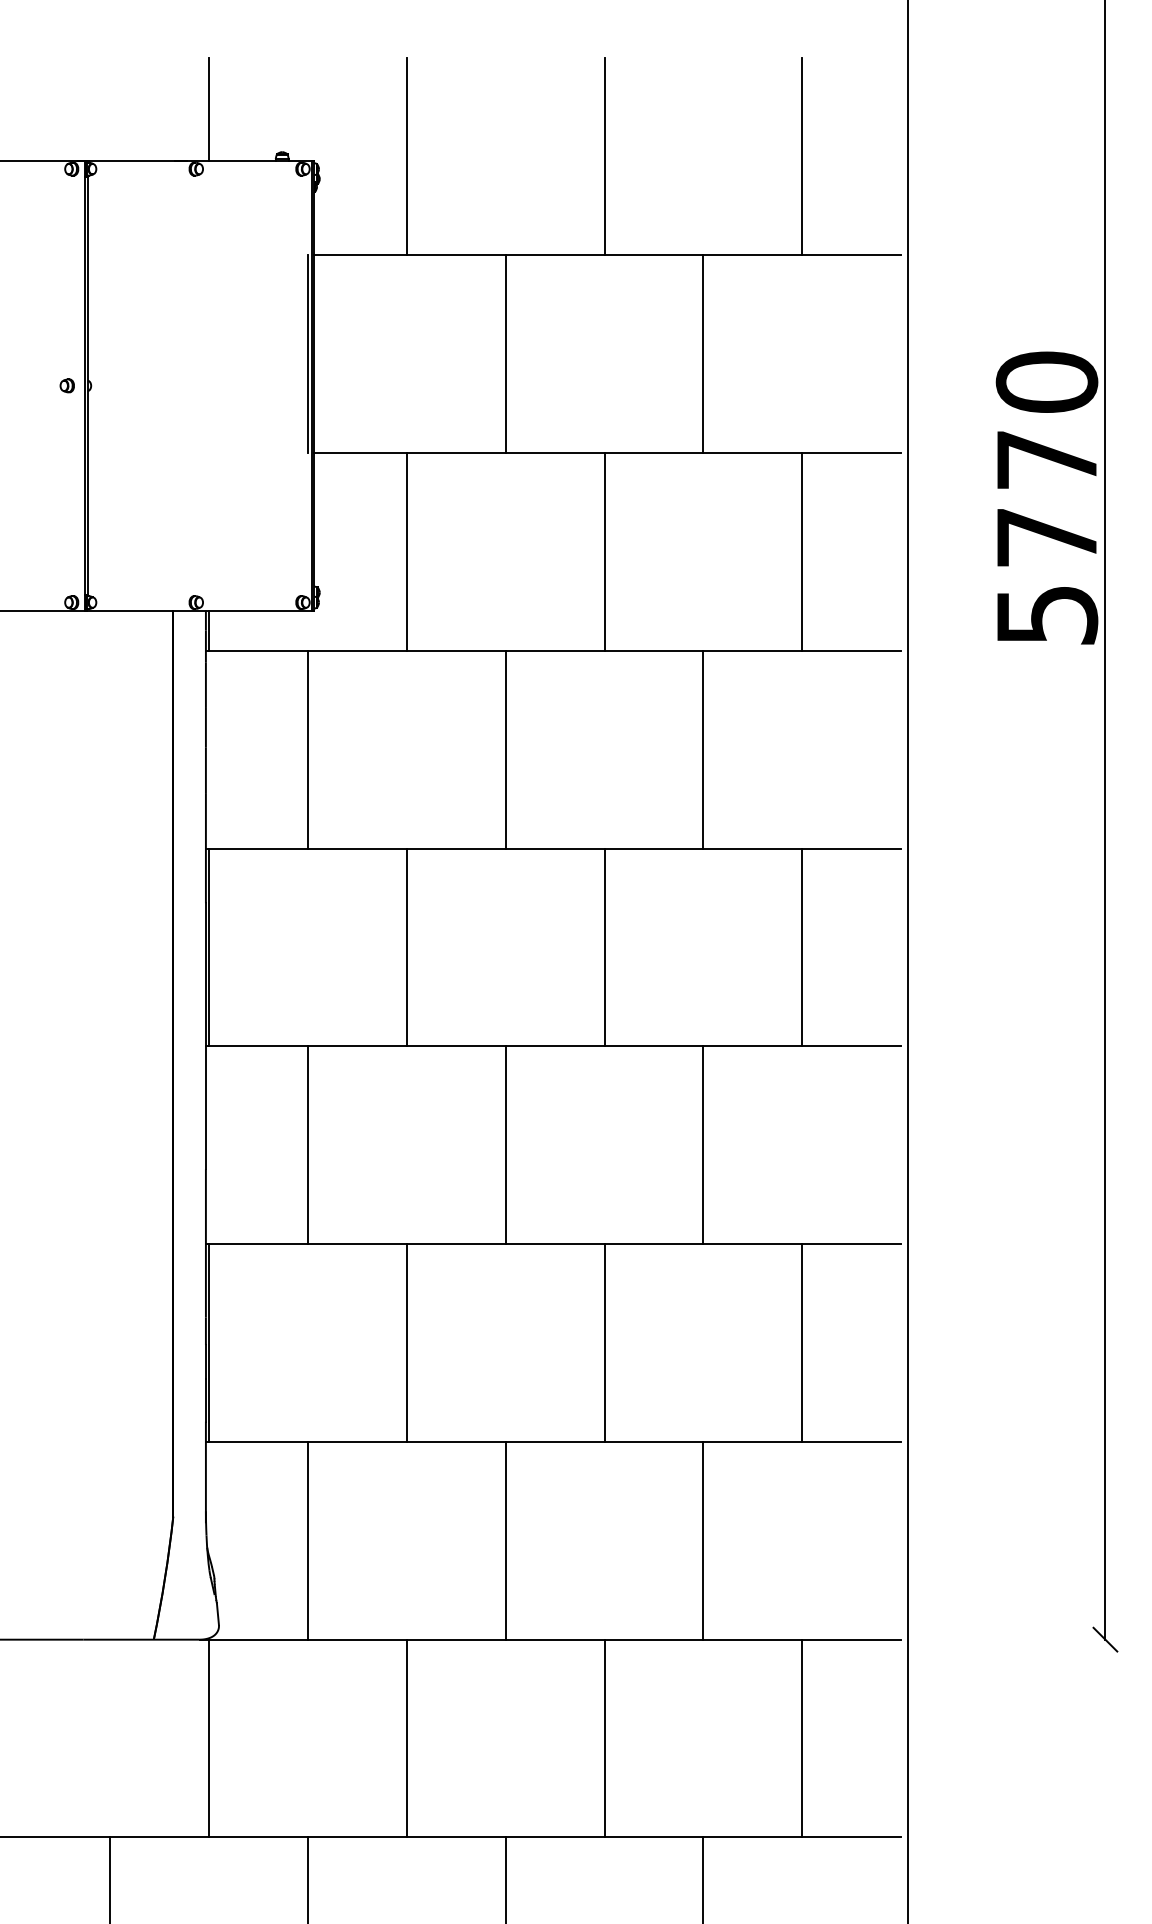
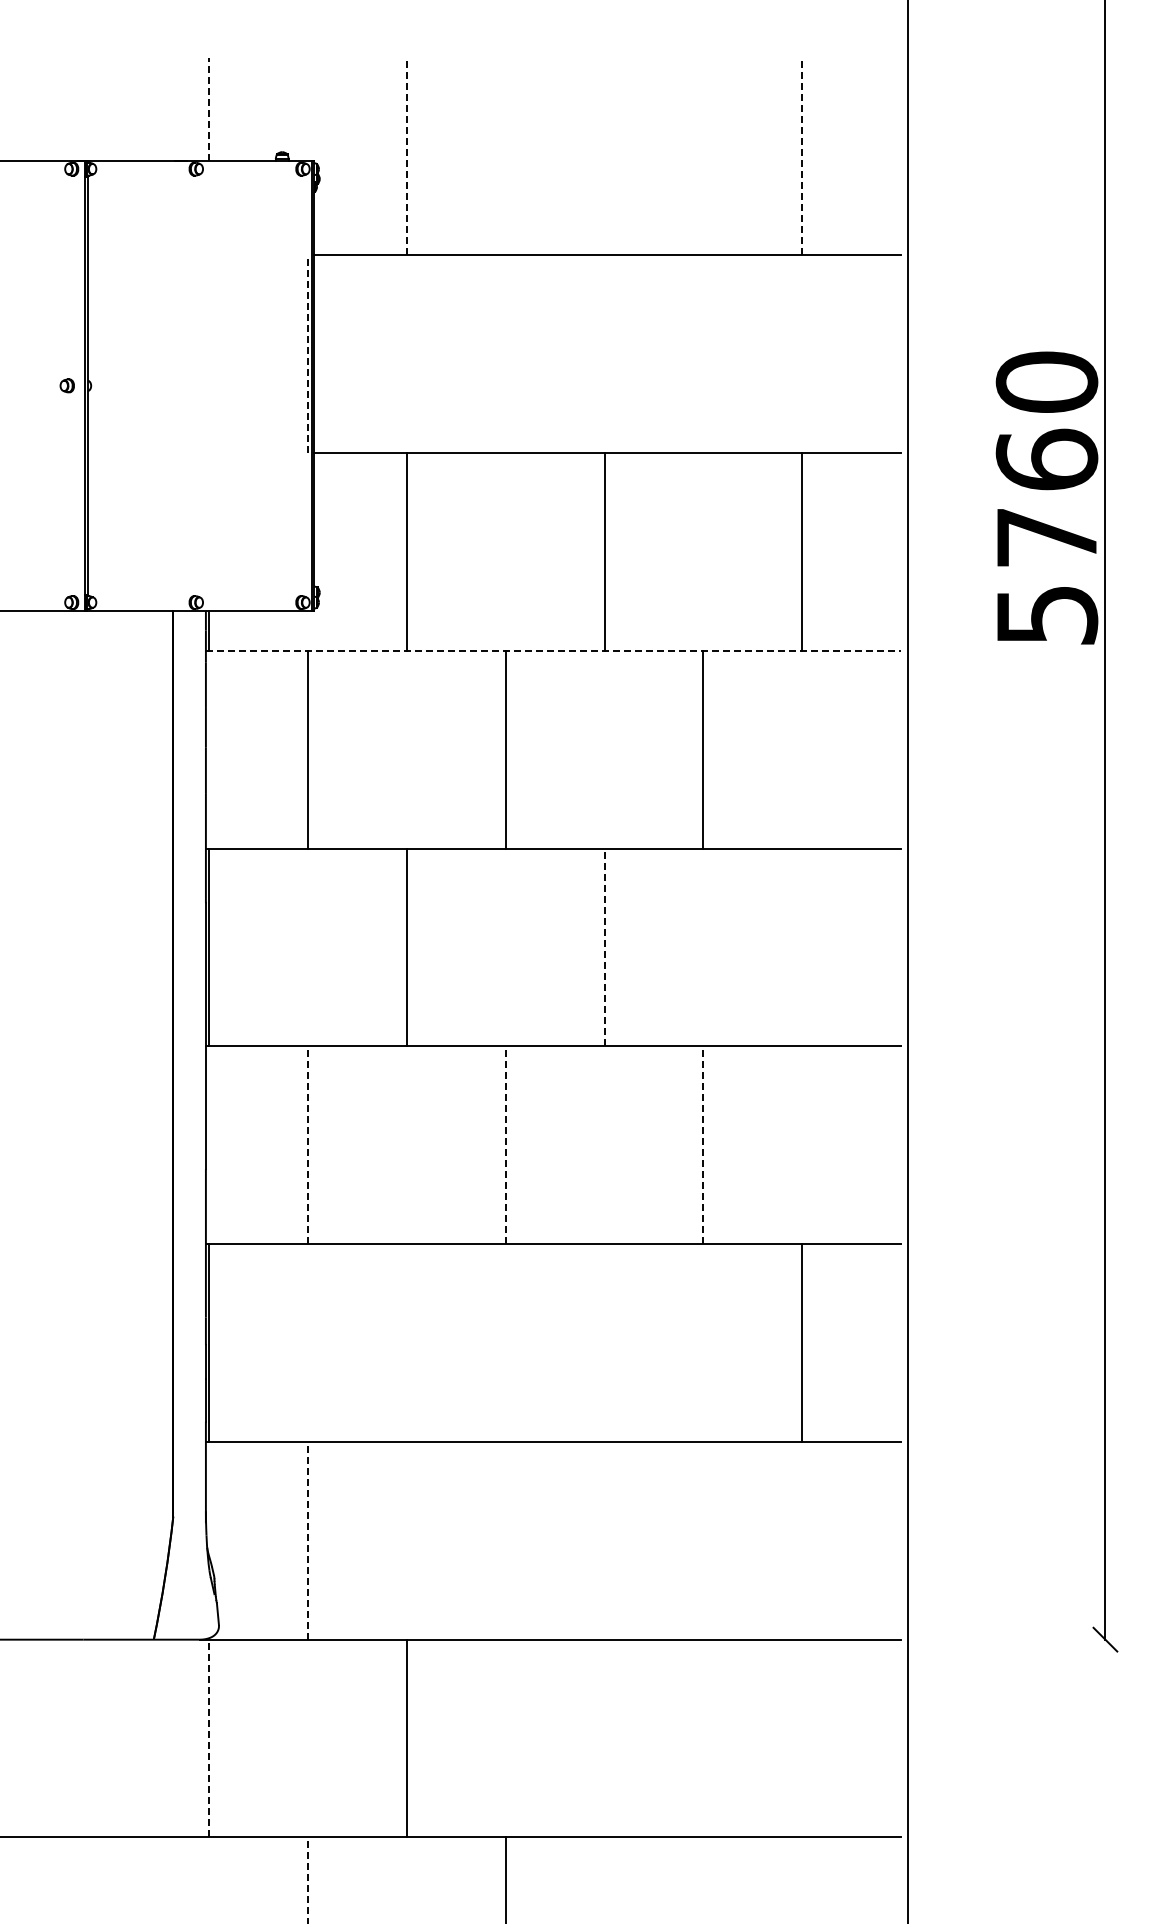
line at (209, 109): solid -> dashed
line at (406, 156): solid -> dashed
line at (604, 156): present -> none
line at (802, 156): solid -> dashed
line at (307, 354): solid -> dashed
line at (505, 354): present -> none
line at (703, 354): present -> none
text at (1046, 459): 5770 -> 5760
line at (553, 650): solid -> dashed
line at (604, 947): solid -> dashed
line at (802, 947): present -> none
line at (307, 1145): solid -> dashed
line at (505, 1145): solid -> dashed
line at (703, 1145): solid -> dashed
line at (406, 1342): present -> none
line at (604, 1342): present -> none
line at (307, 1540): solid -> dashed
line at (505, 1540): present -> none
line at (703, 1540): present -> none
line at (209, 1738): solid -> dashed
line at (604, 1738): present -> none
line at (802, 1738): present -> none
line at (110, 1878): present -> none
line at (703, 1878): present -> none
line at (307, 1880): solid -> dashed
